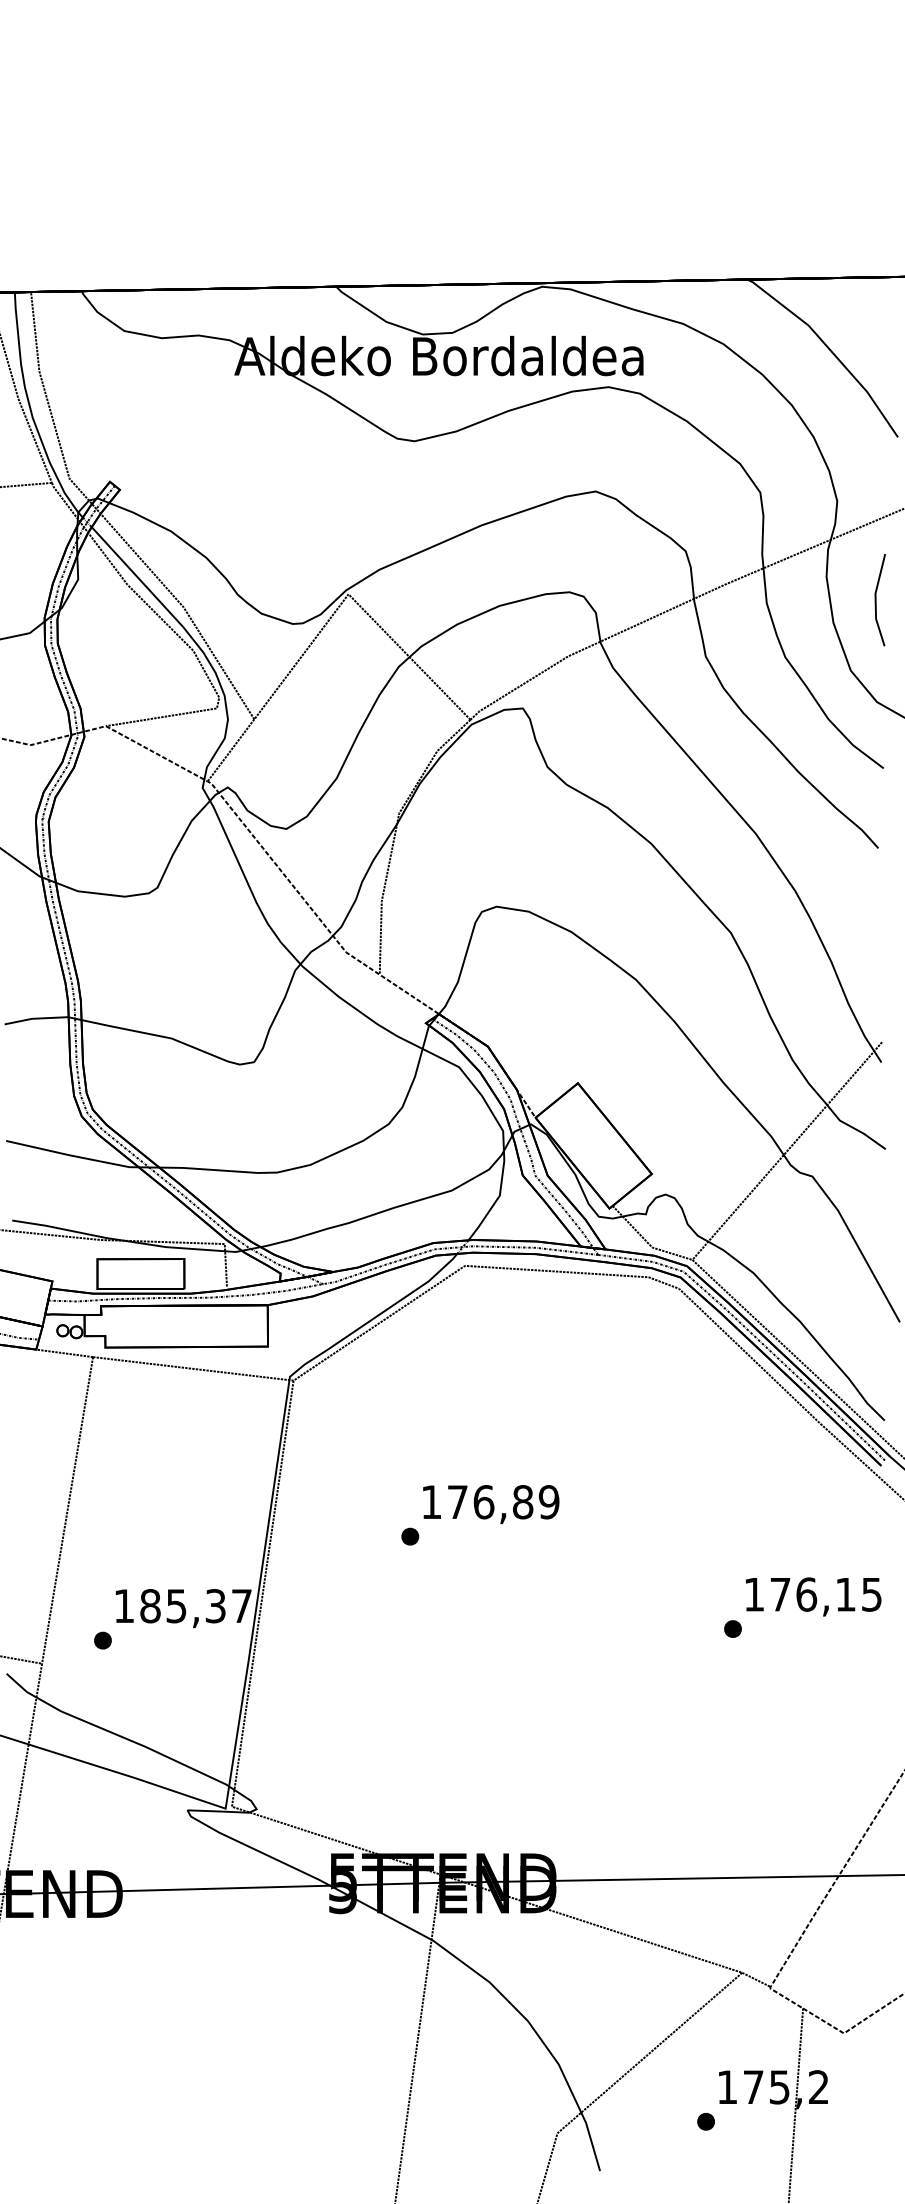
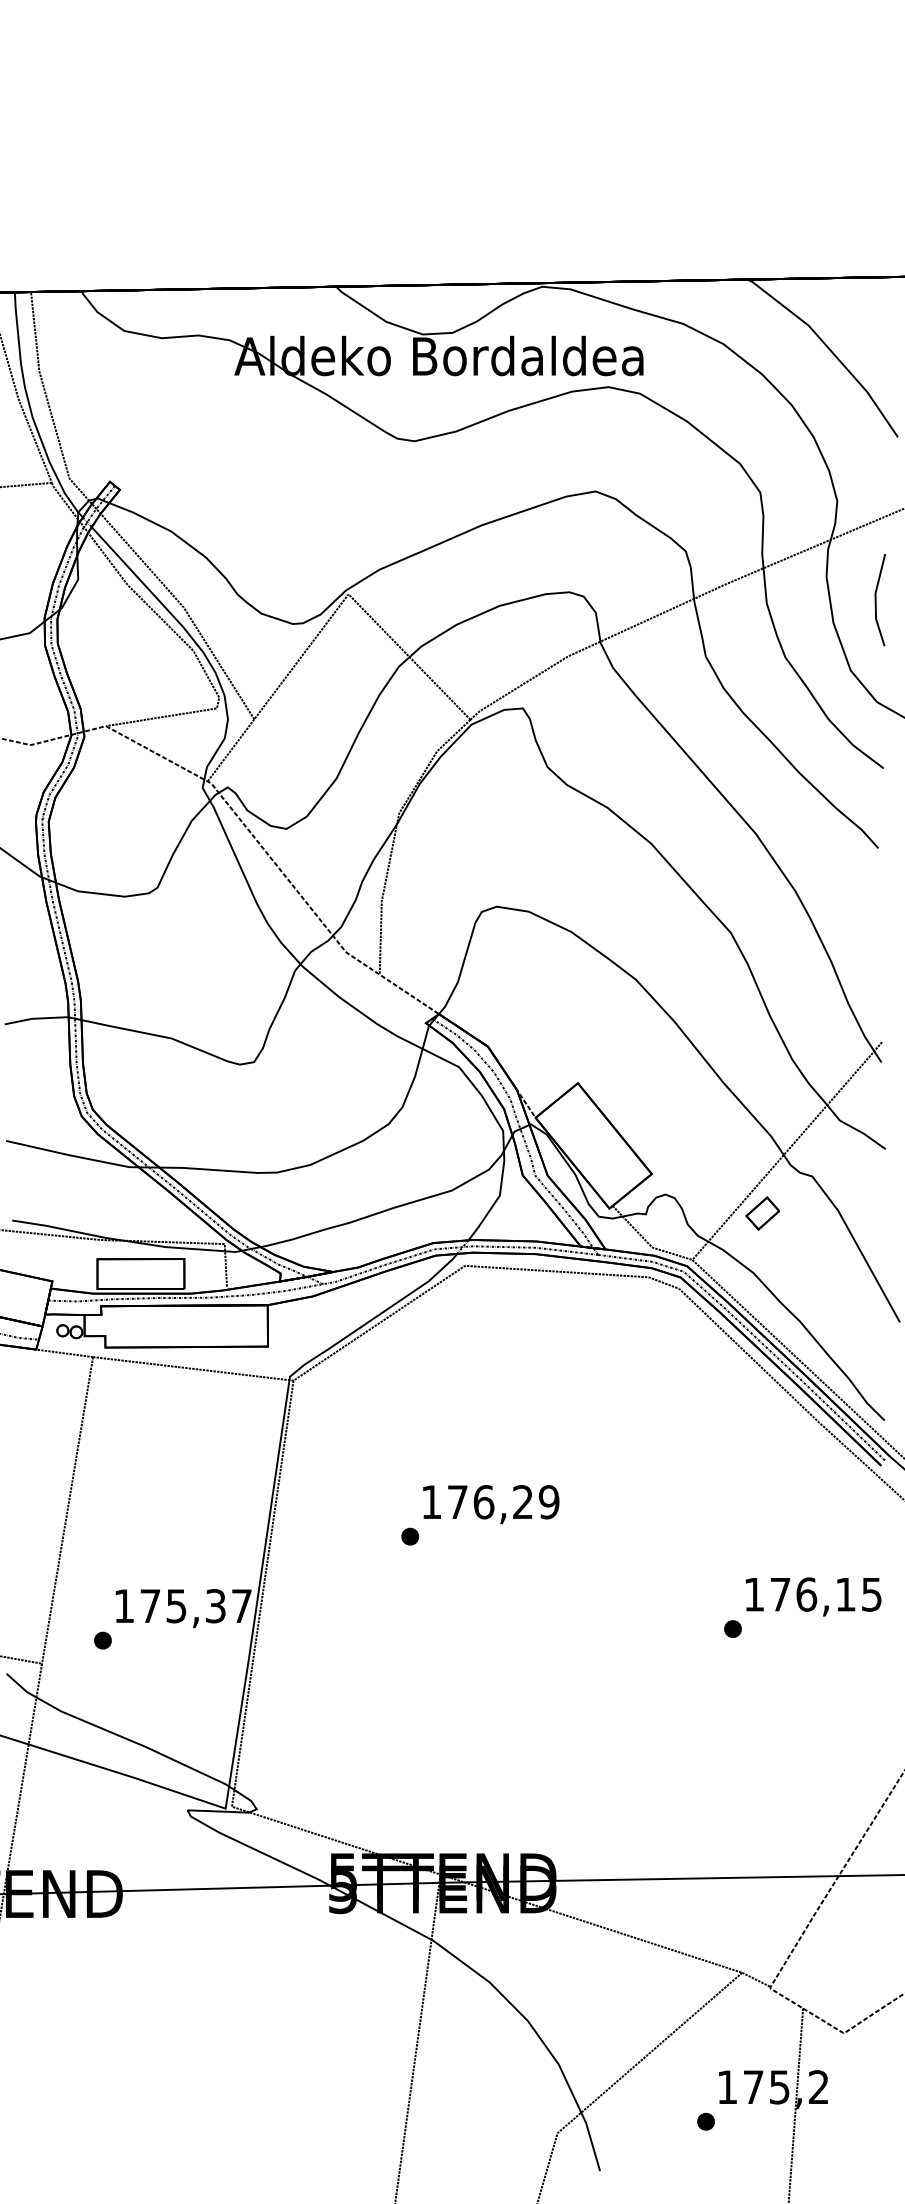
part at (762, 1213): none -> present
text at (523, 1502): 176,89 -> 176,29
text at (150, 1606): 185,37 -> 175,37
